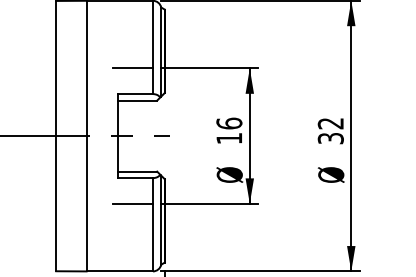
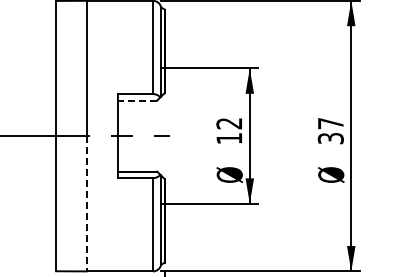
line at (132, 68): present -> none
line at (137, 100): solid -> dashed
text at (229, 123): 16 -> 12
text at (330, 123): 32 -> 37
line at (86, 203): solid -> dashed
line at (132, 203): present -> none
